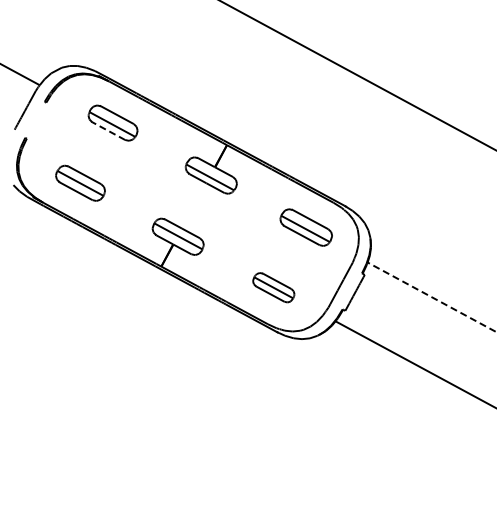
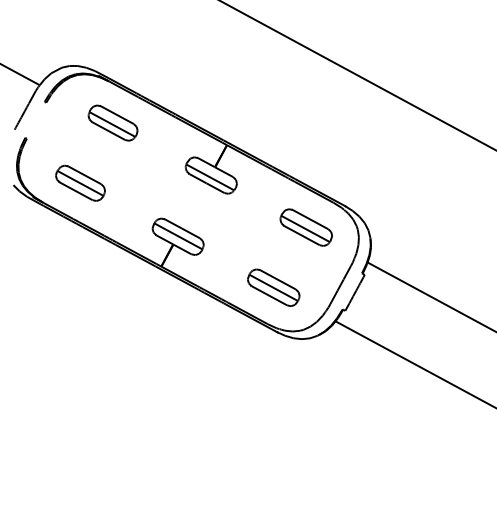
line at (108, 131): dashed -> solid
part at (273, 287) size: 44x32 px -> 54x39 px
line at (431, 297): dashed -> solid
